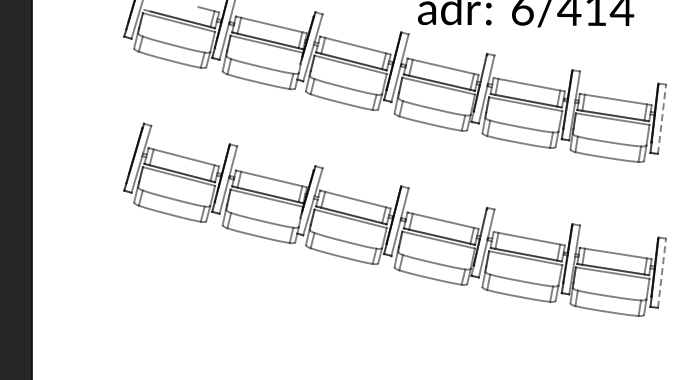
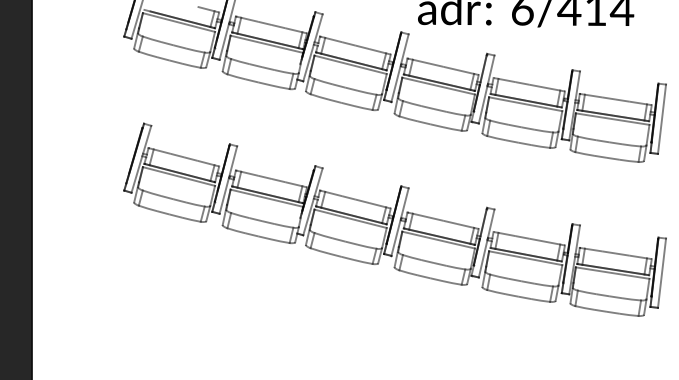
line at (662, 119): dashed -> solid
line at (662, 273): dashed -> solid
